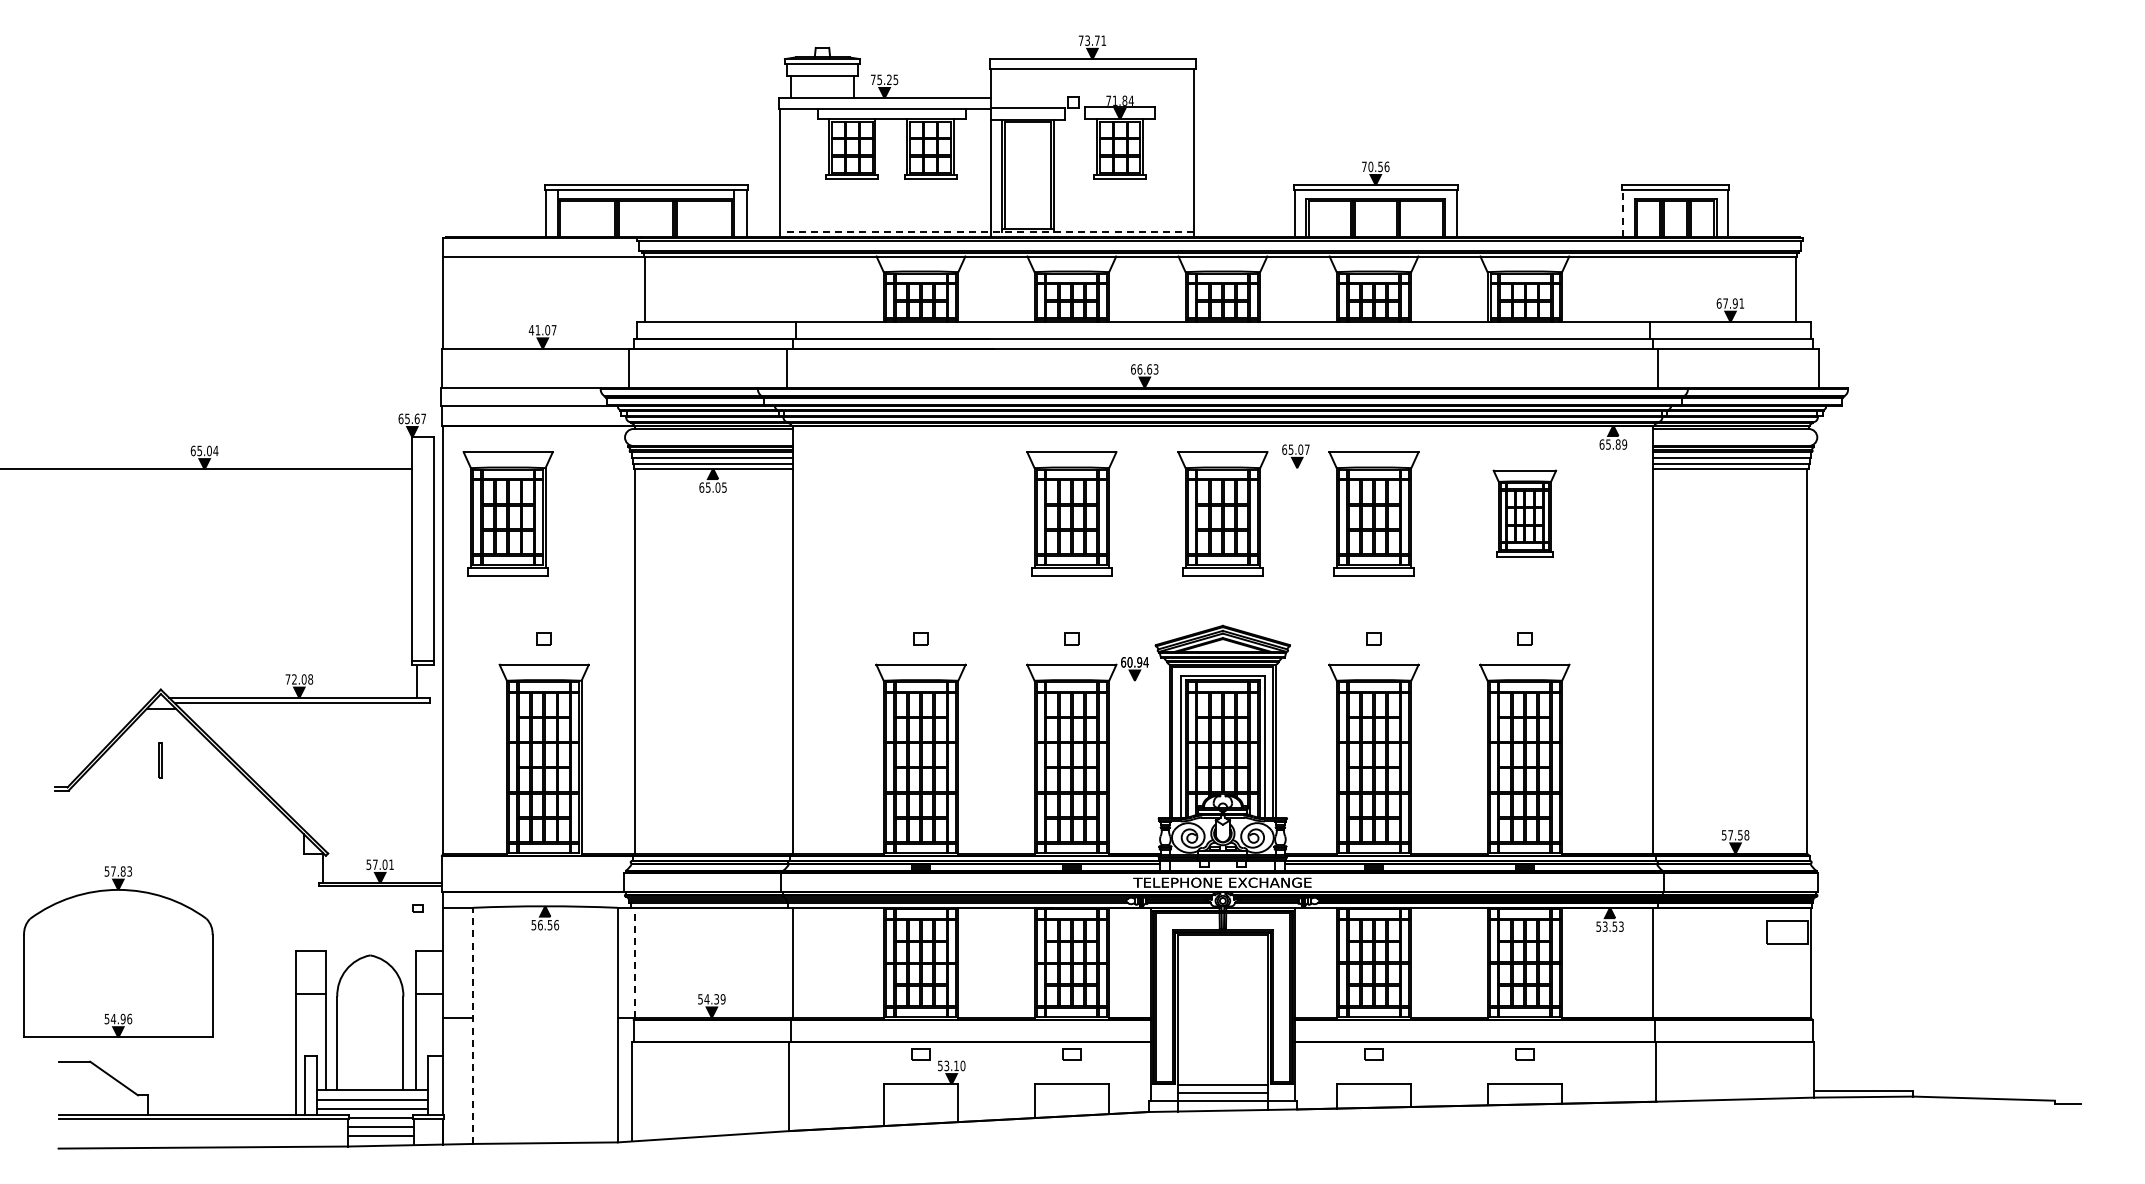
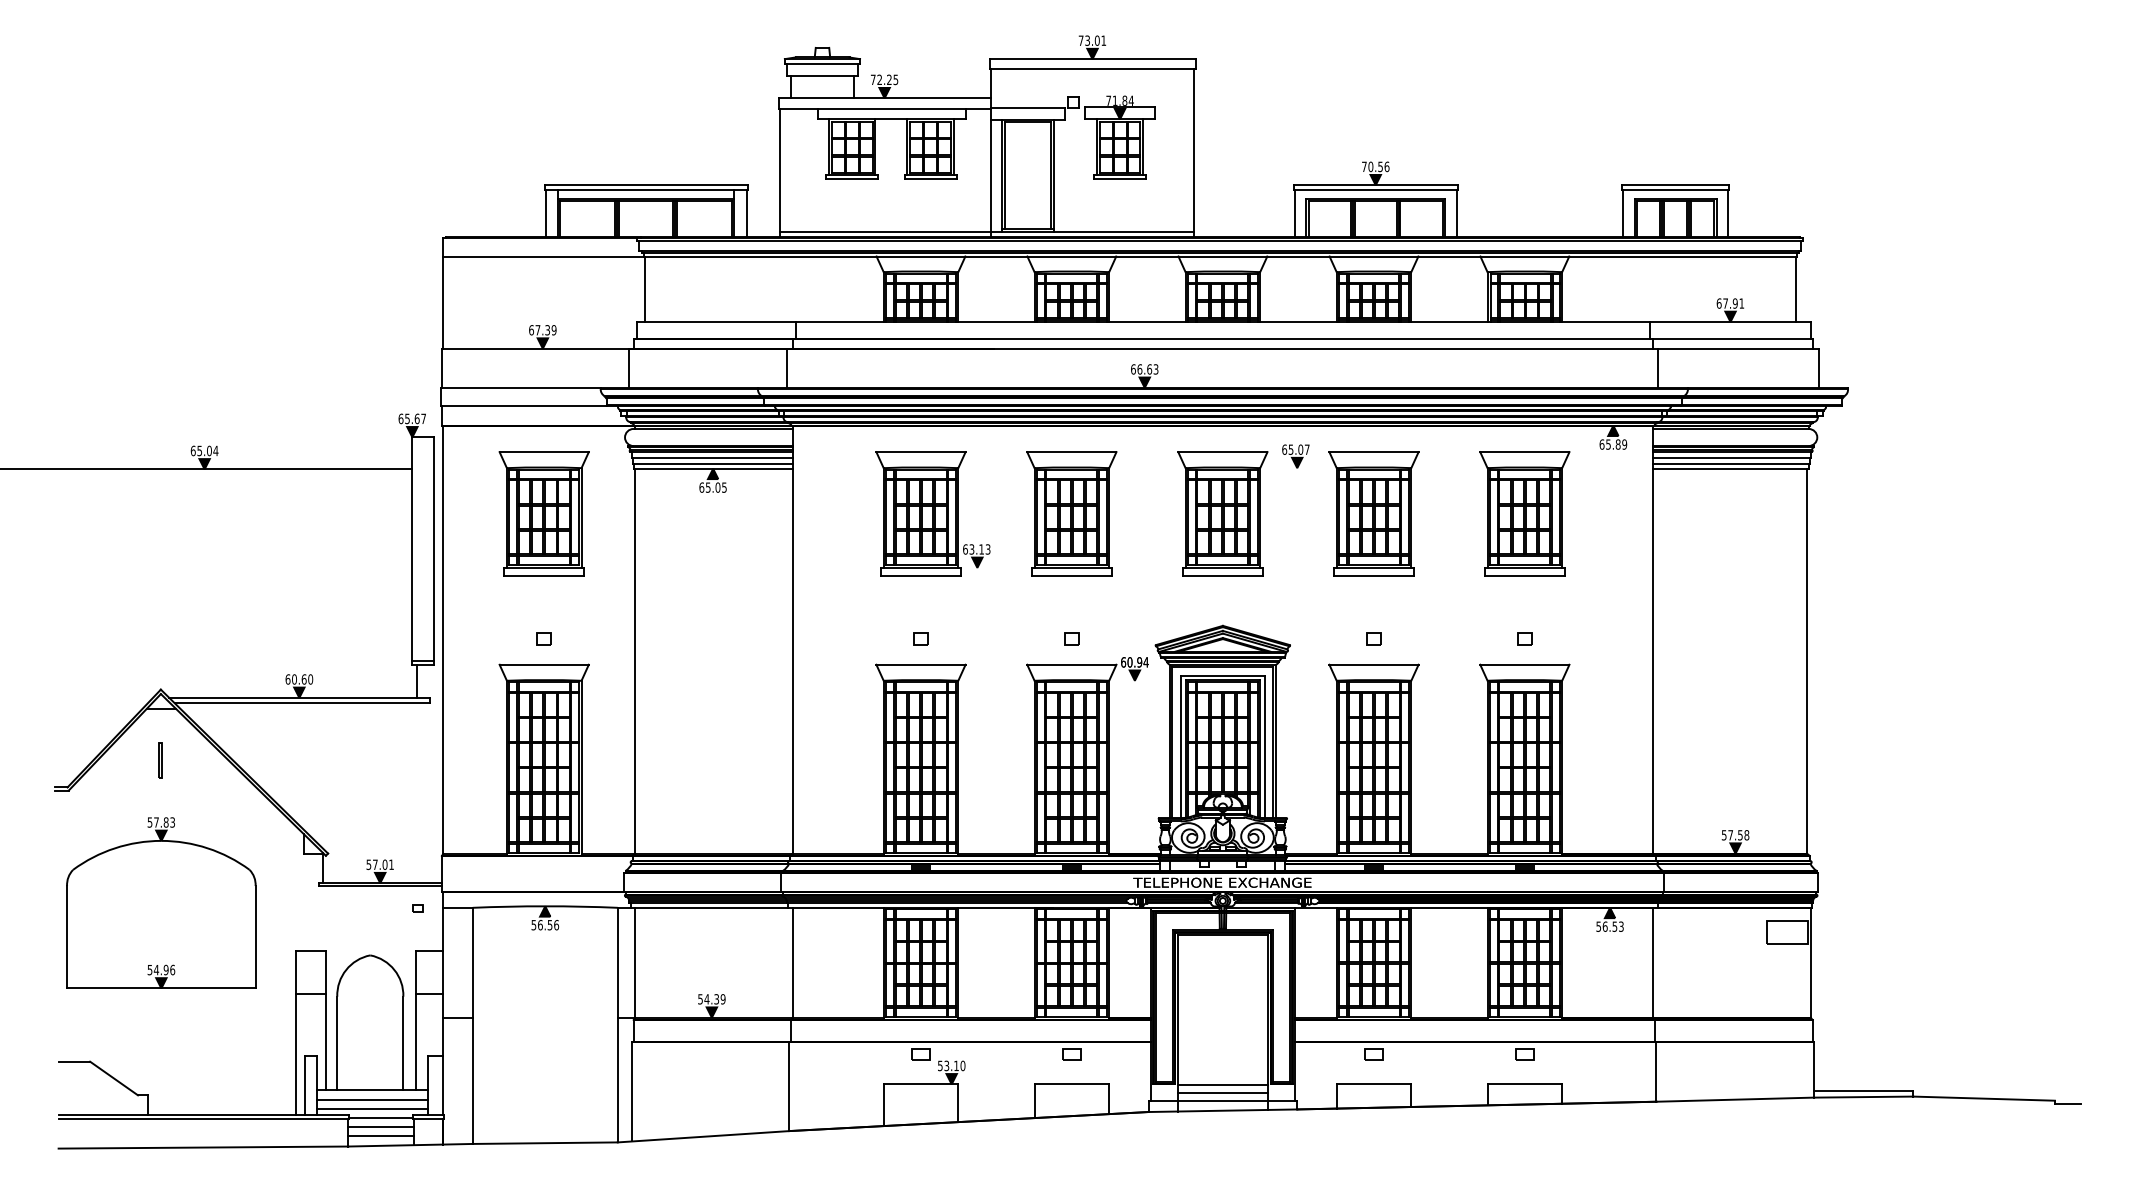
text at (1096, 40): 73.71 -> 73.01
text at (879, 79): 75.25 -> 72.25
line at (1623, 213): dashed -> solid
line at (986, 232): dashed -> solid
text at (542, 330): 41.07 -> 67.39
part at (507, 513) position: (507, 513) -> (543, 513)
part at (932, 513): none -> present
part at (1524, 513) size: 66x89 px -> 92x126 px
text at (299, 679): 72.08 -> 60.60
text at (1604, 926): 53.53 -> 56.53
part at (118, 951) position: (118, 951) -> (161, 902)
line at (635, 962): dashed -> solid
line at (472, 1025): dashed -> solid
